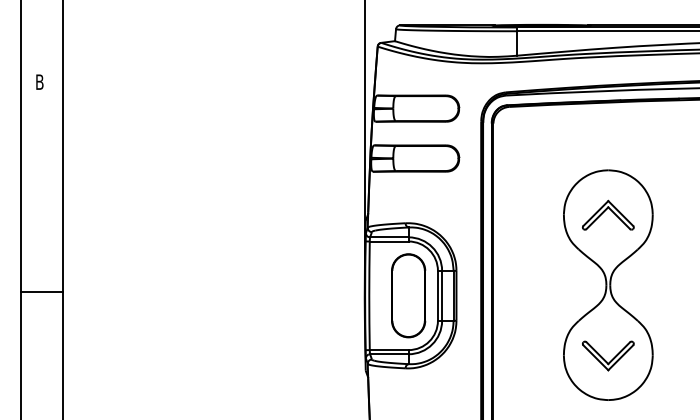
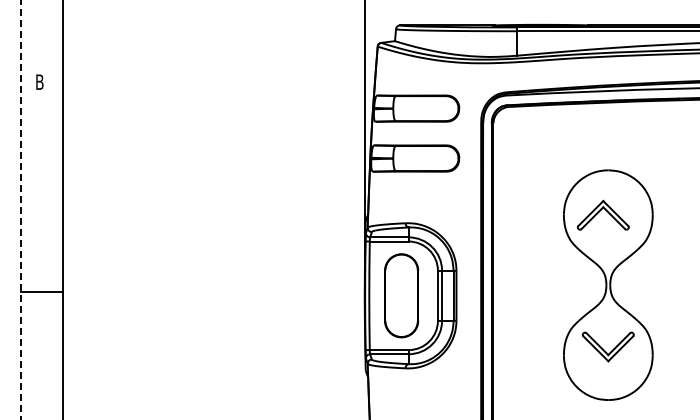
line at (21, 210): solid -> dashed
part at (607, 214) position: (607, 214) -> (602, 214)
part at (408, 295) position: (408, 295) -> (401, 295)
part at (608, 355) position: (608, 355) -> (608, 346)
